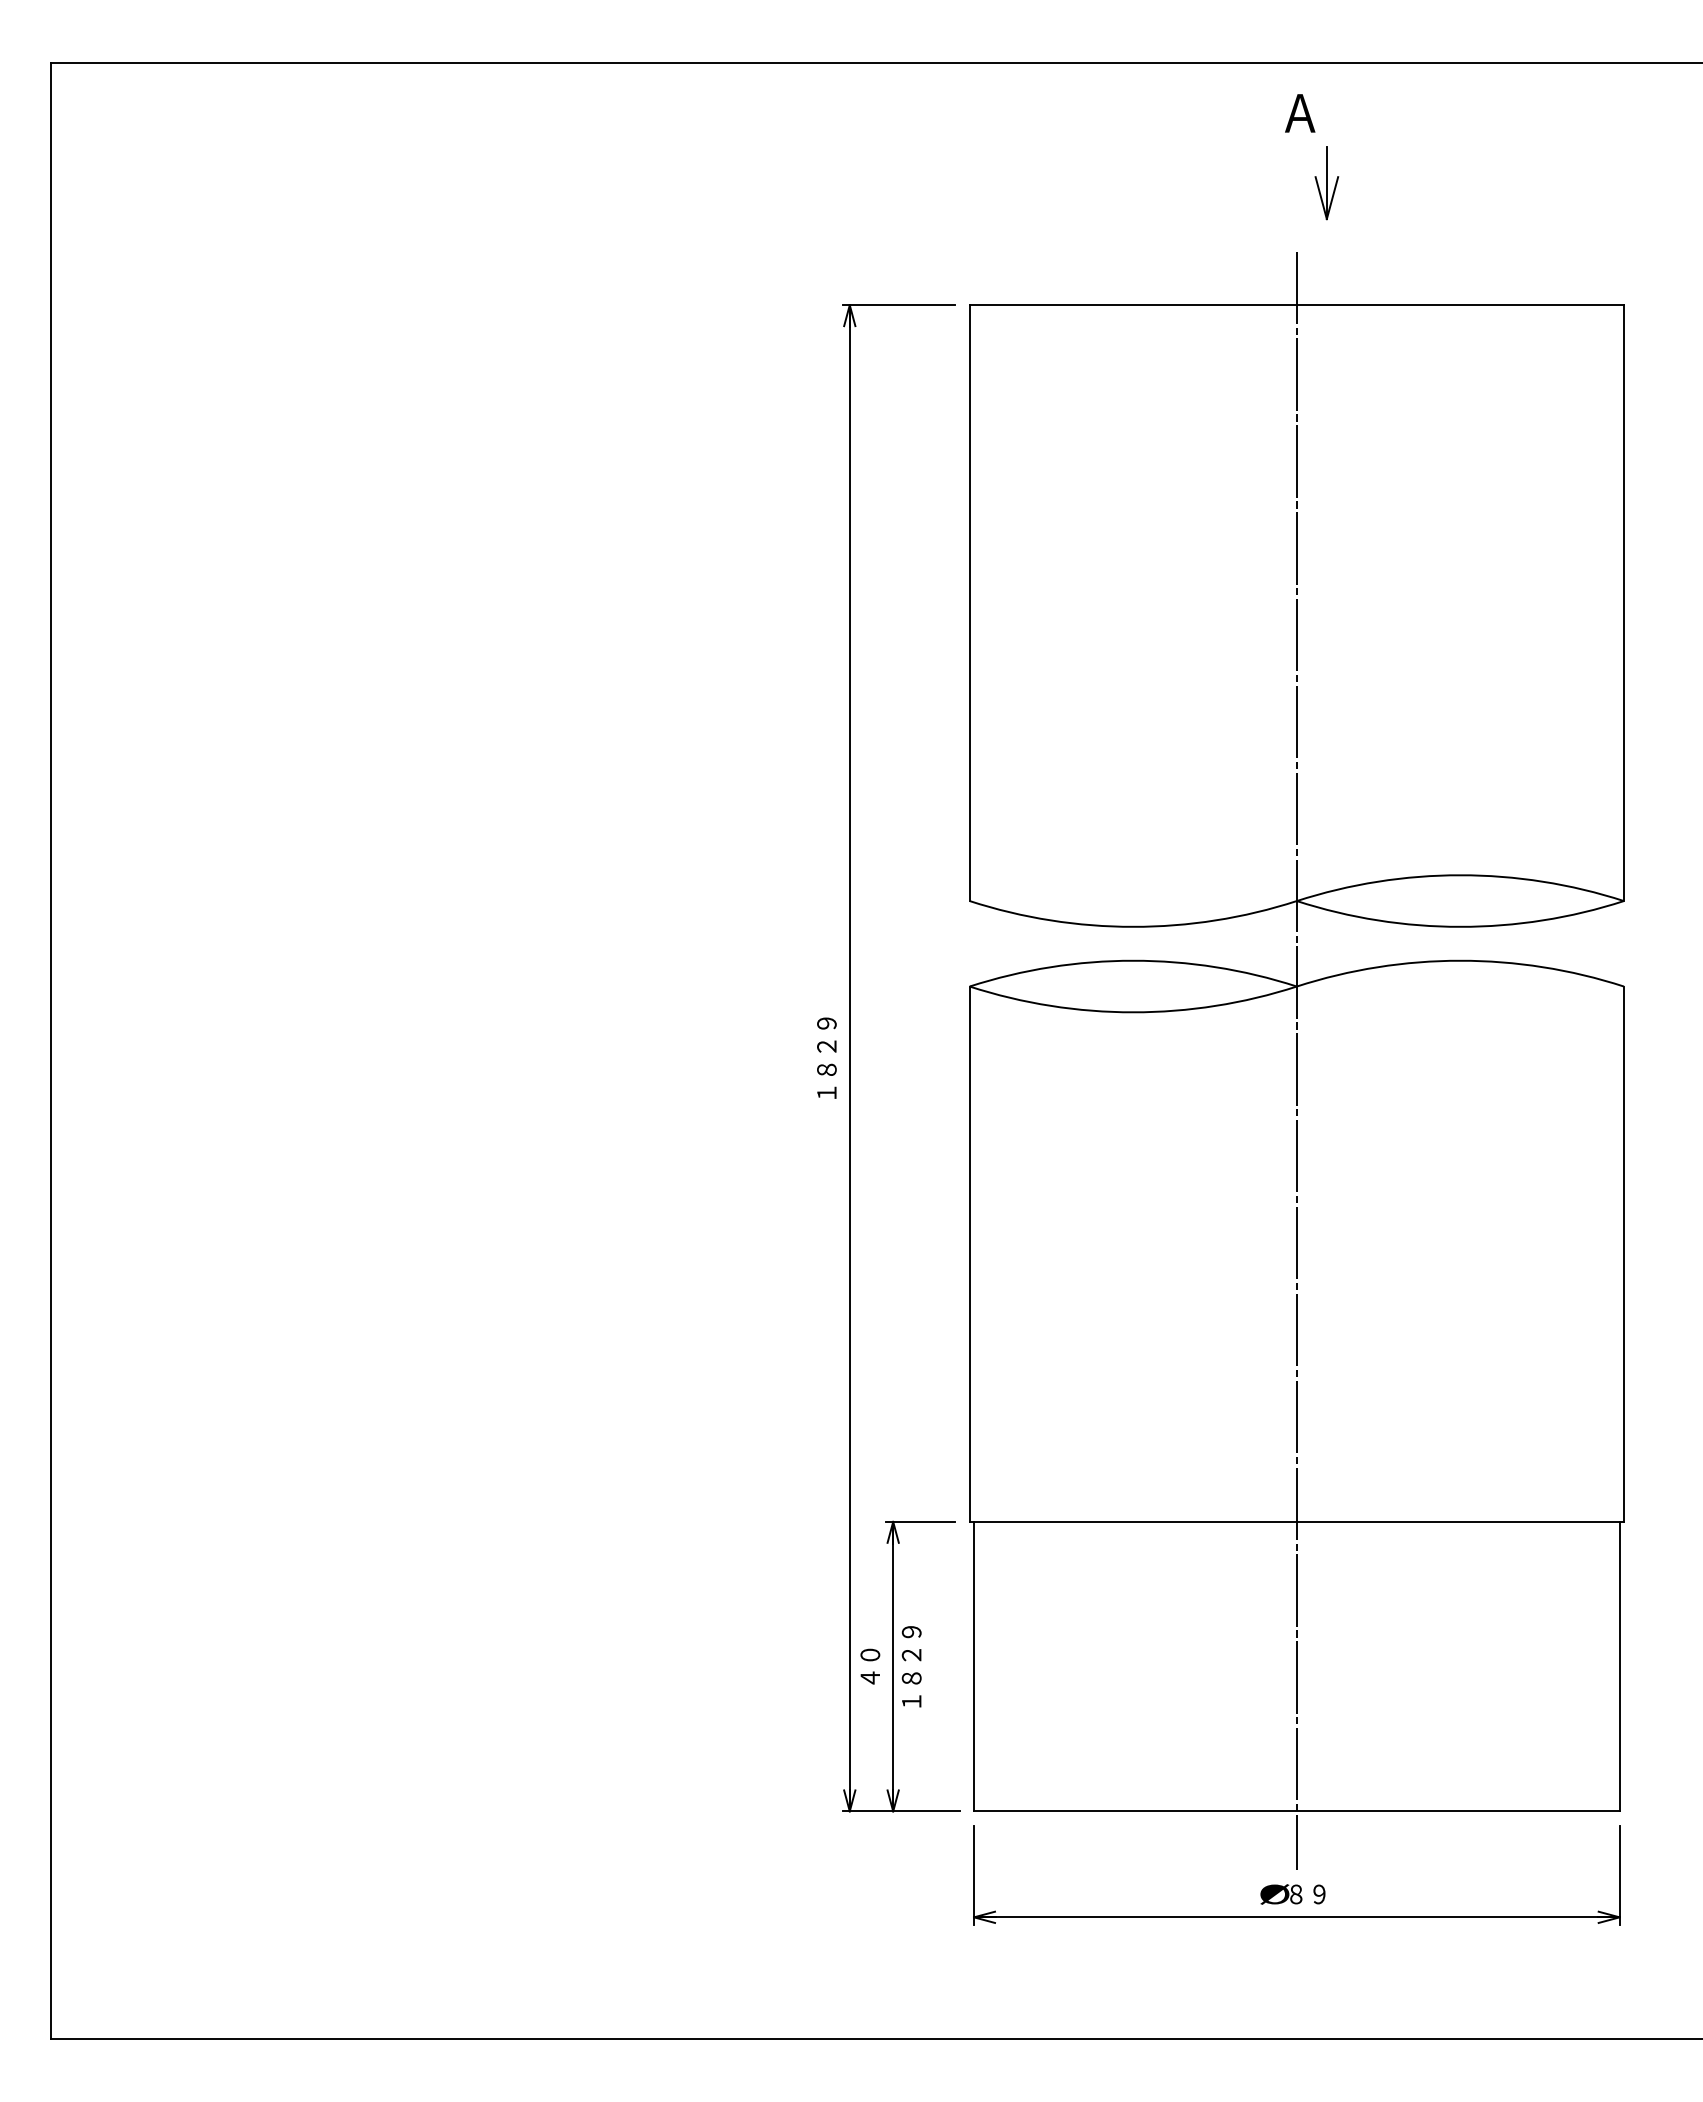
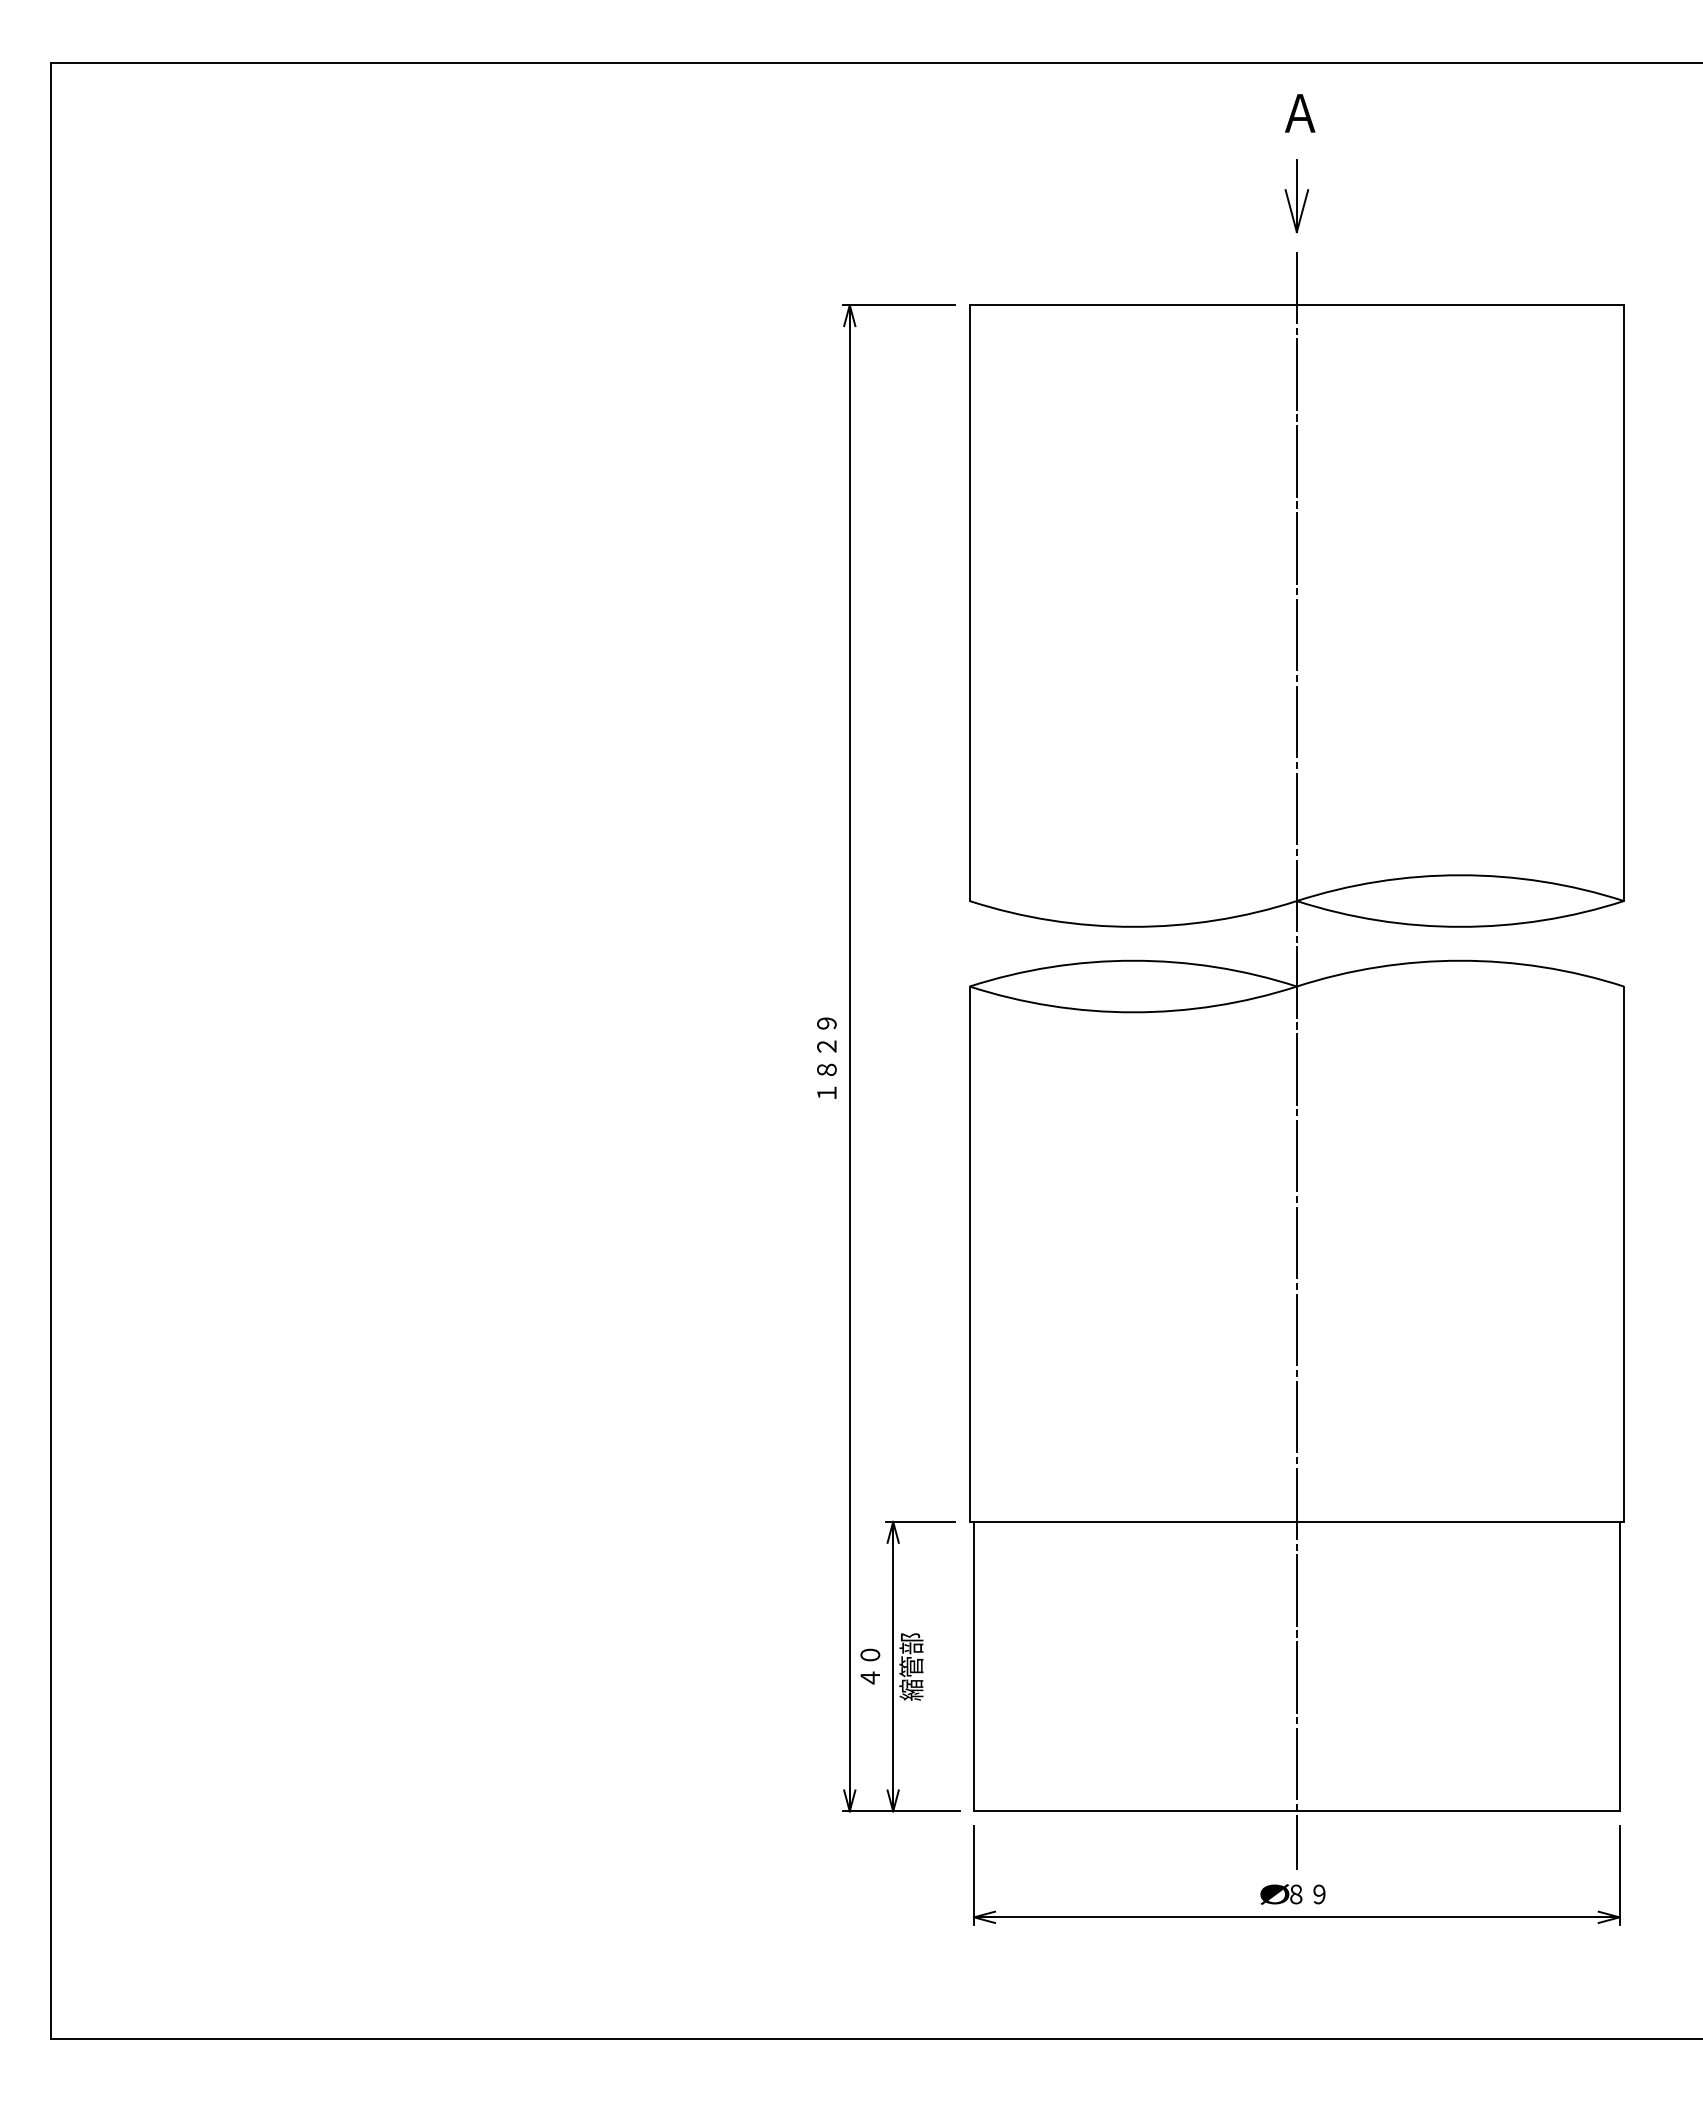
part at (1326, 183) position: (1326, 183) -> (1296, 196)
text at (911, 1666): １８２９ -> 縮管部
